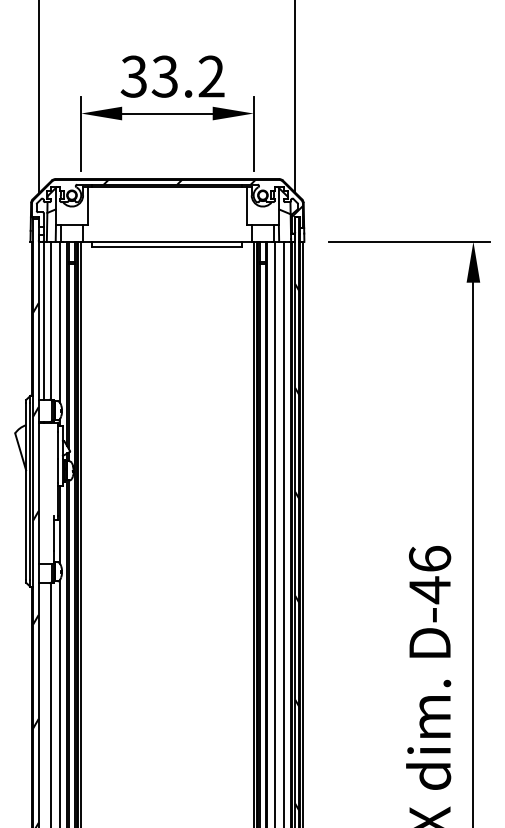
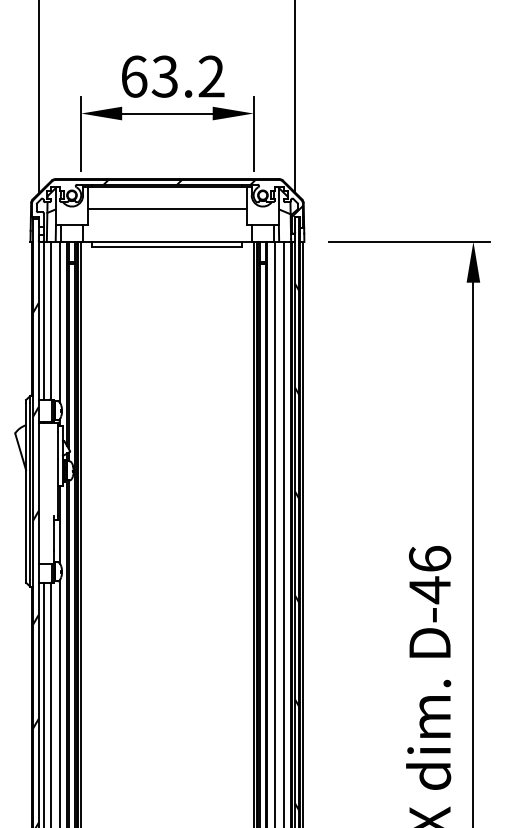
text at (133, 76): 33.2 -> 63.2
line at (167, 209): none -> present
line at (44, 703): none -> present
